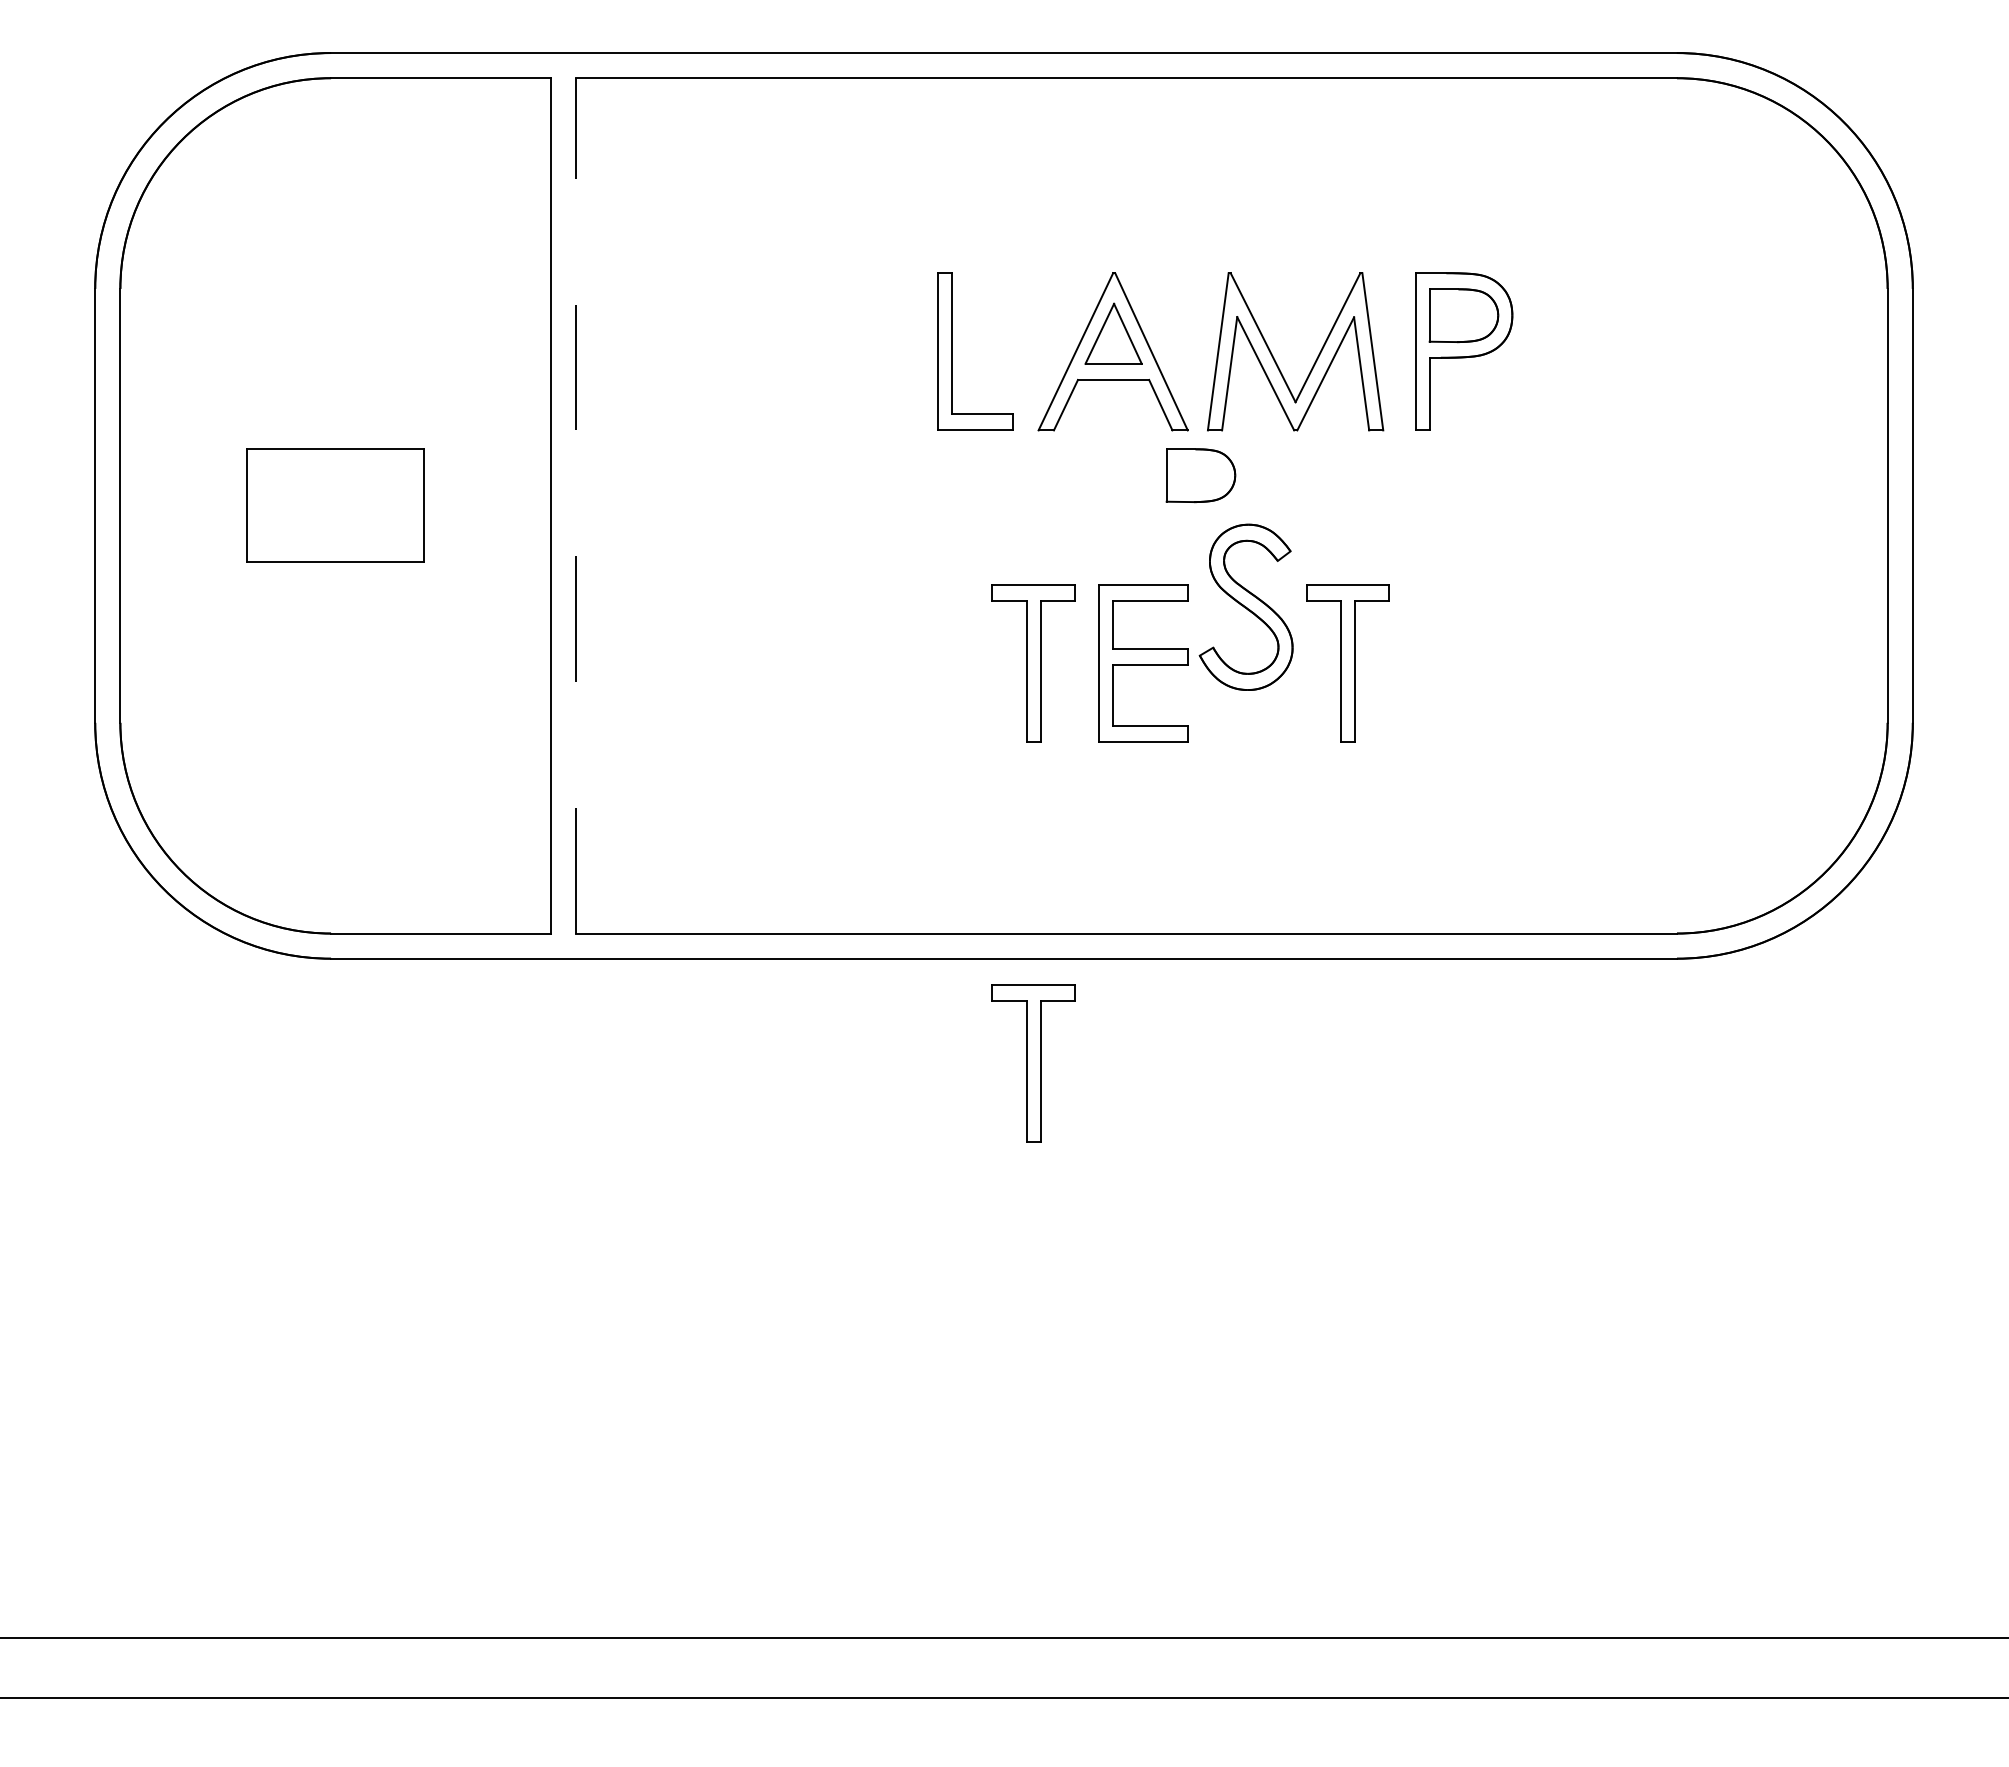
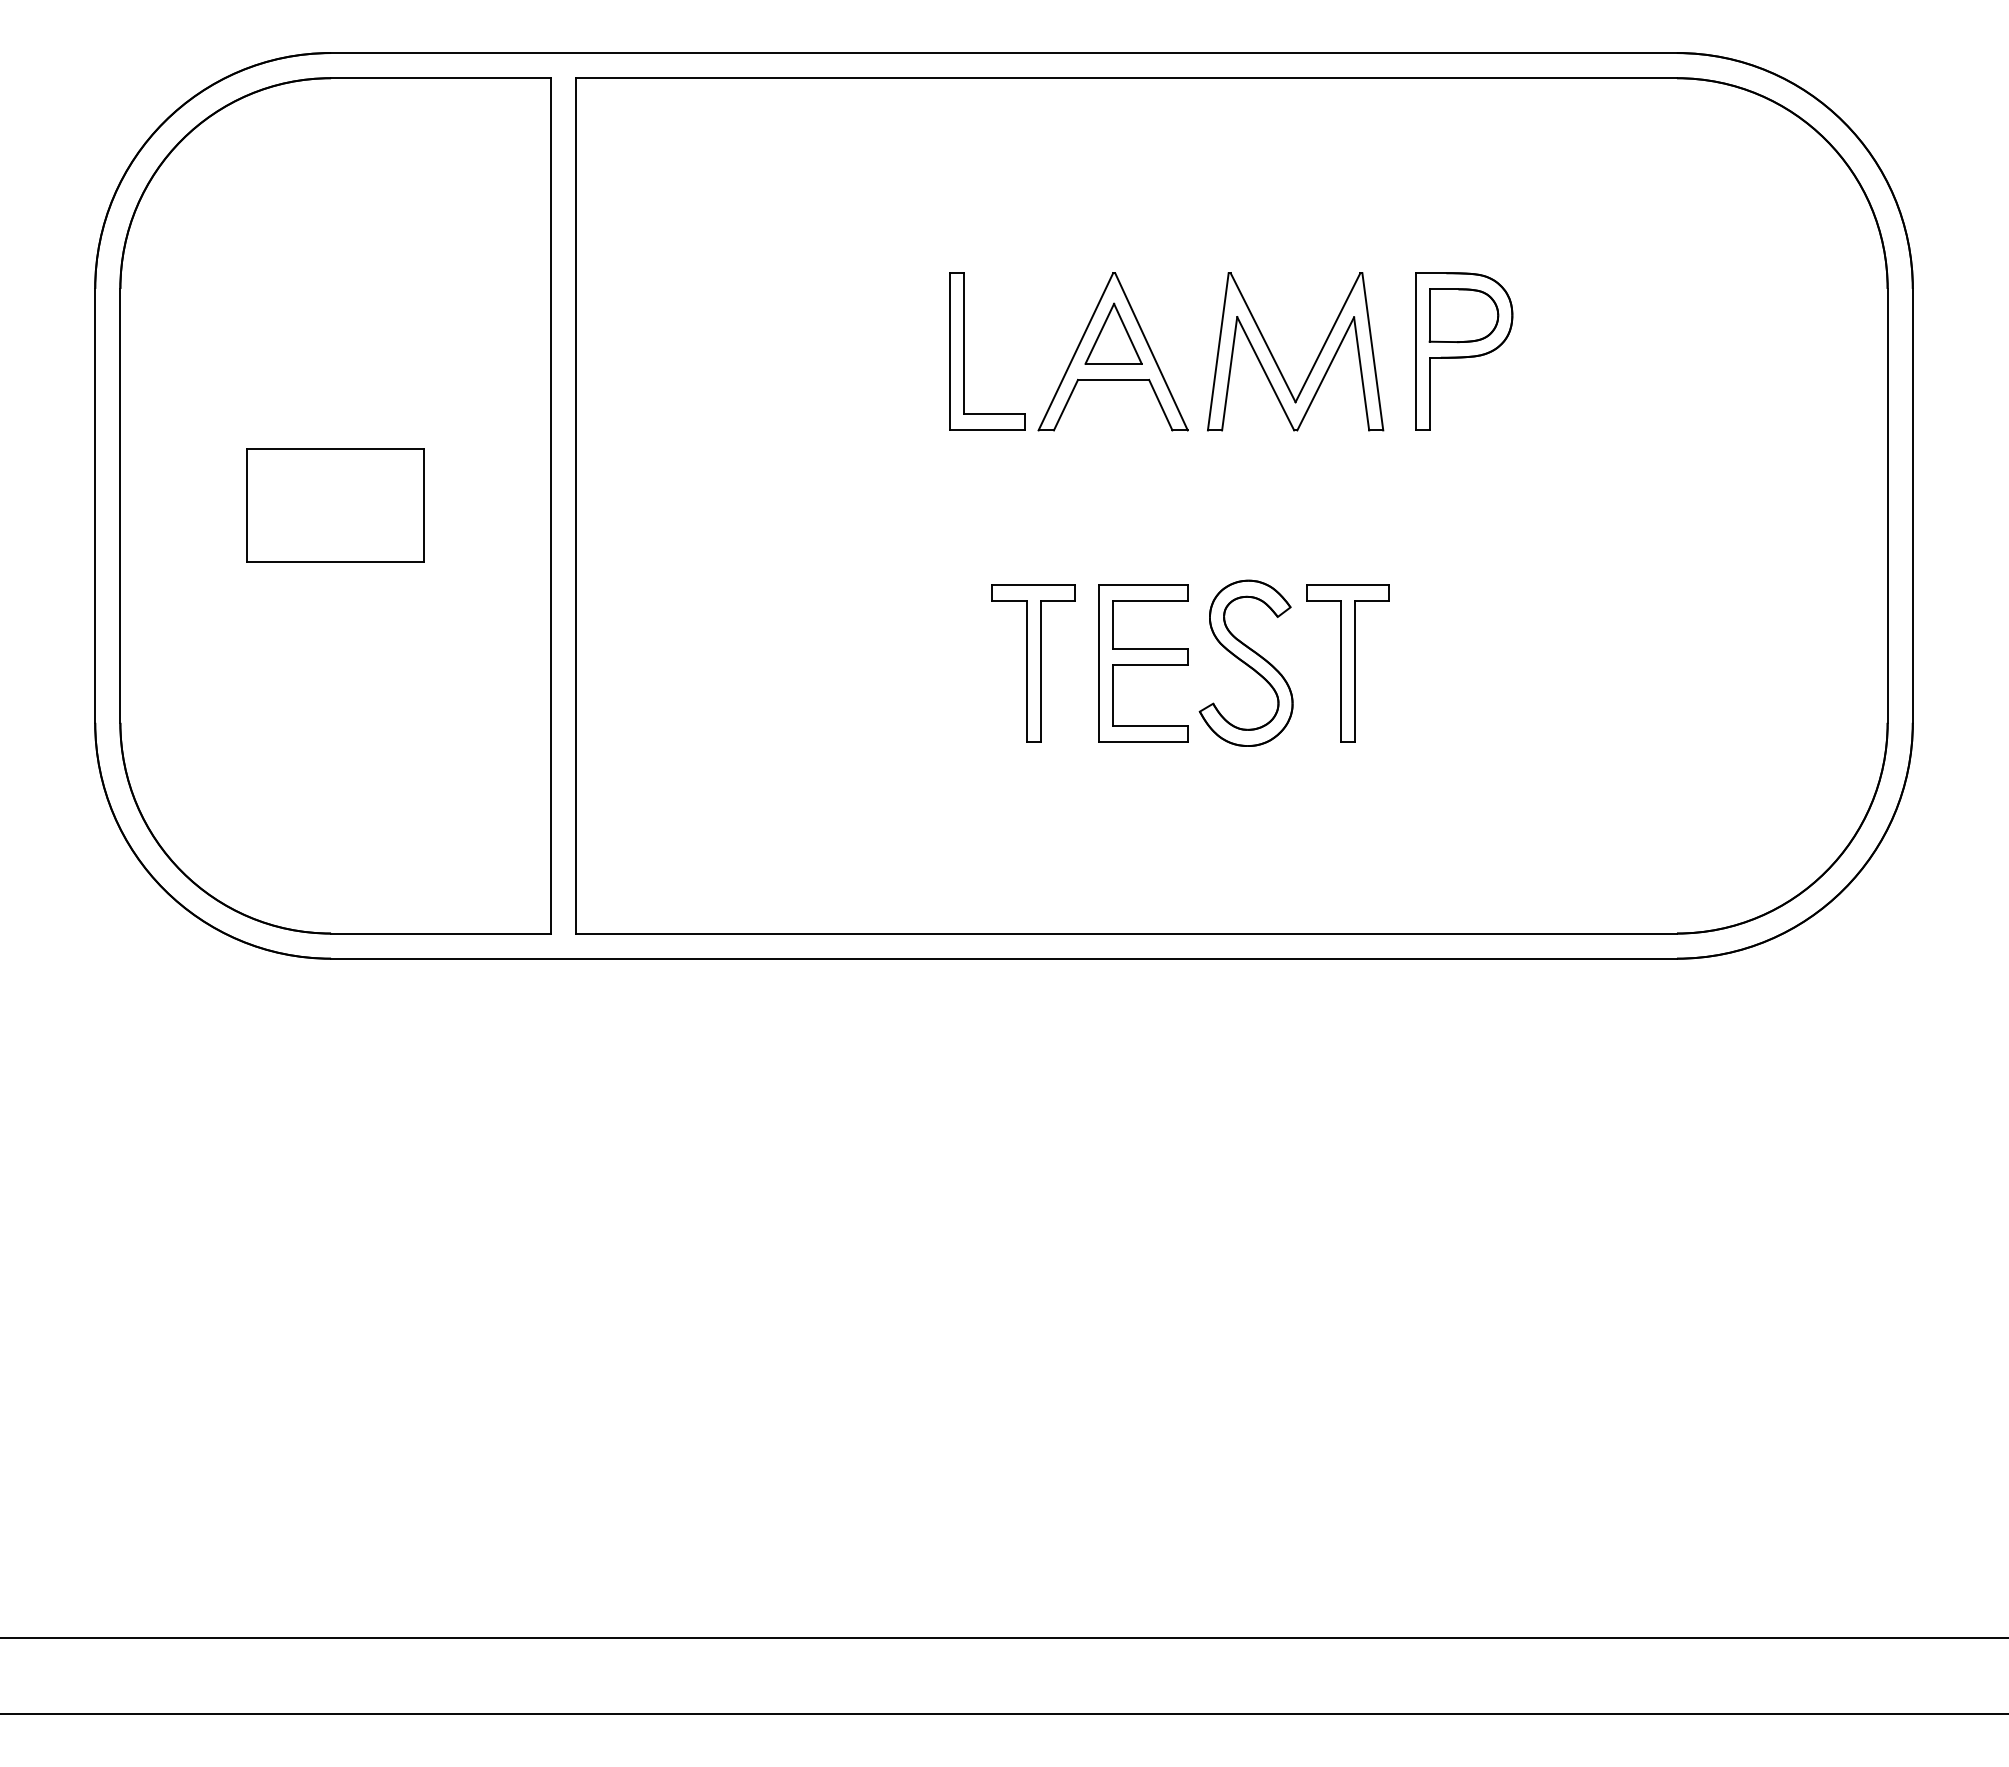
part at (952, 351) position: (952, 351) -> (964, 351)
part at (1200, 475): present -> none
line at (575, 505): dashed -> solid
part at (1245, 606) position: (1245, 606) -> (1245, 662)
part at (1033, 1063): present -> none
line at (1003, 1697) position: (1003, 1697) -> (1003, 1713)
